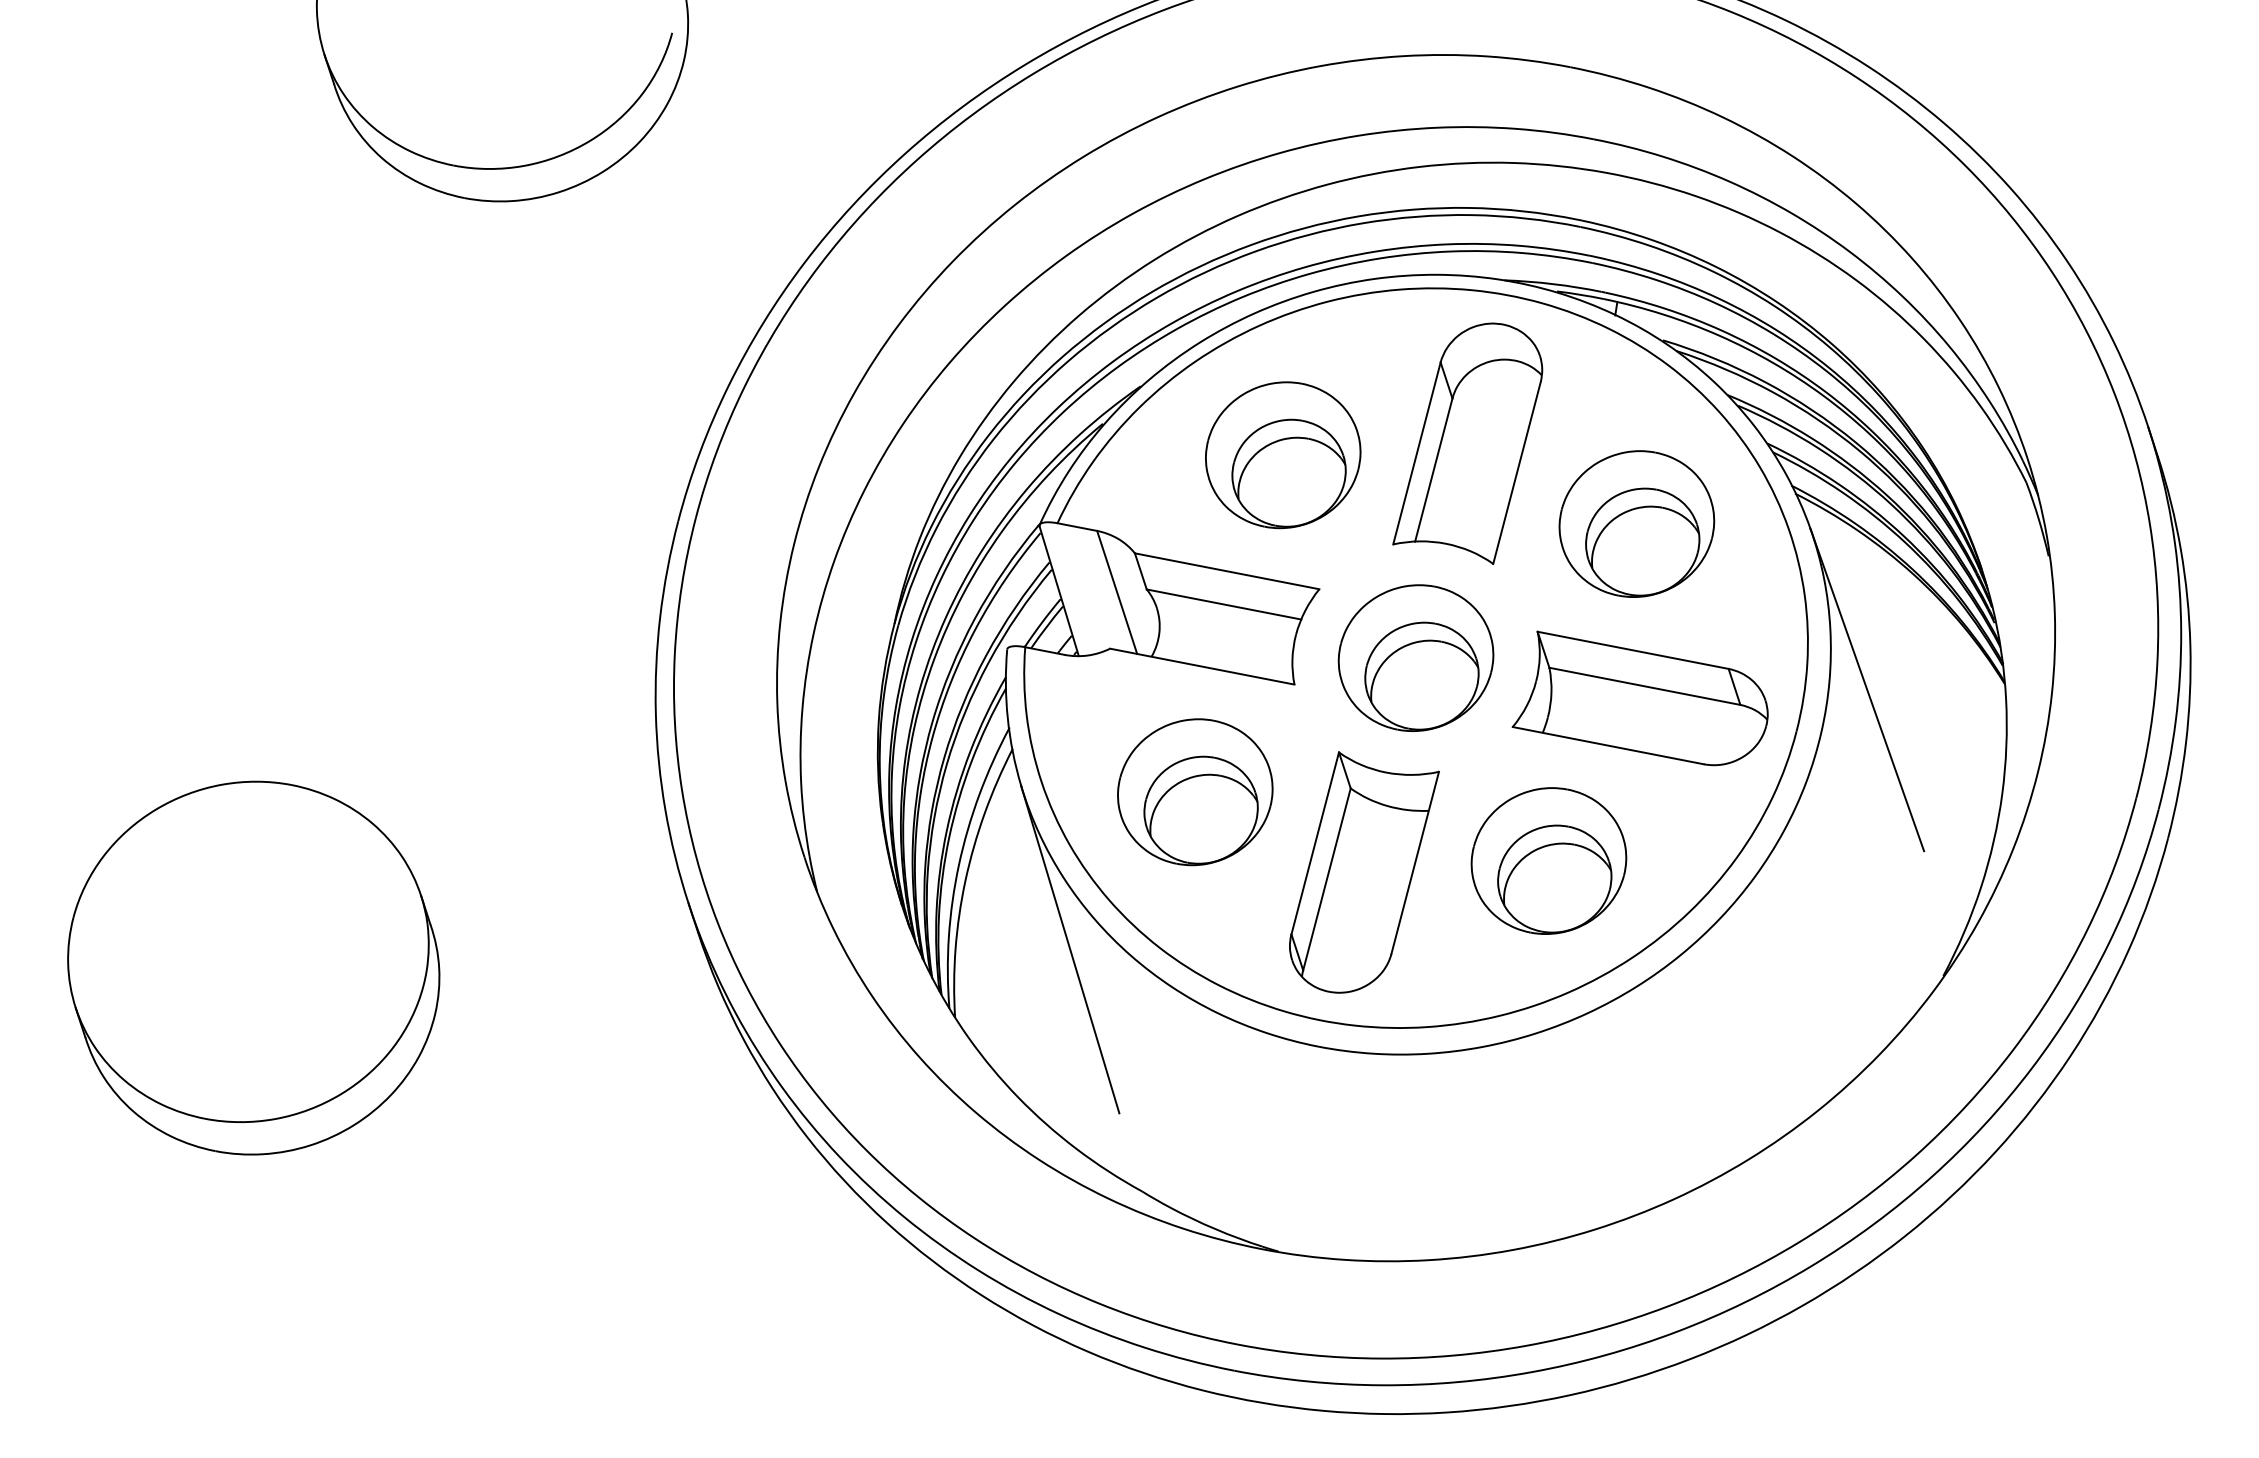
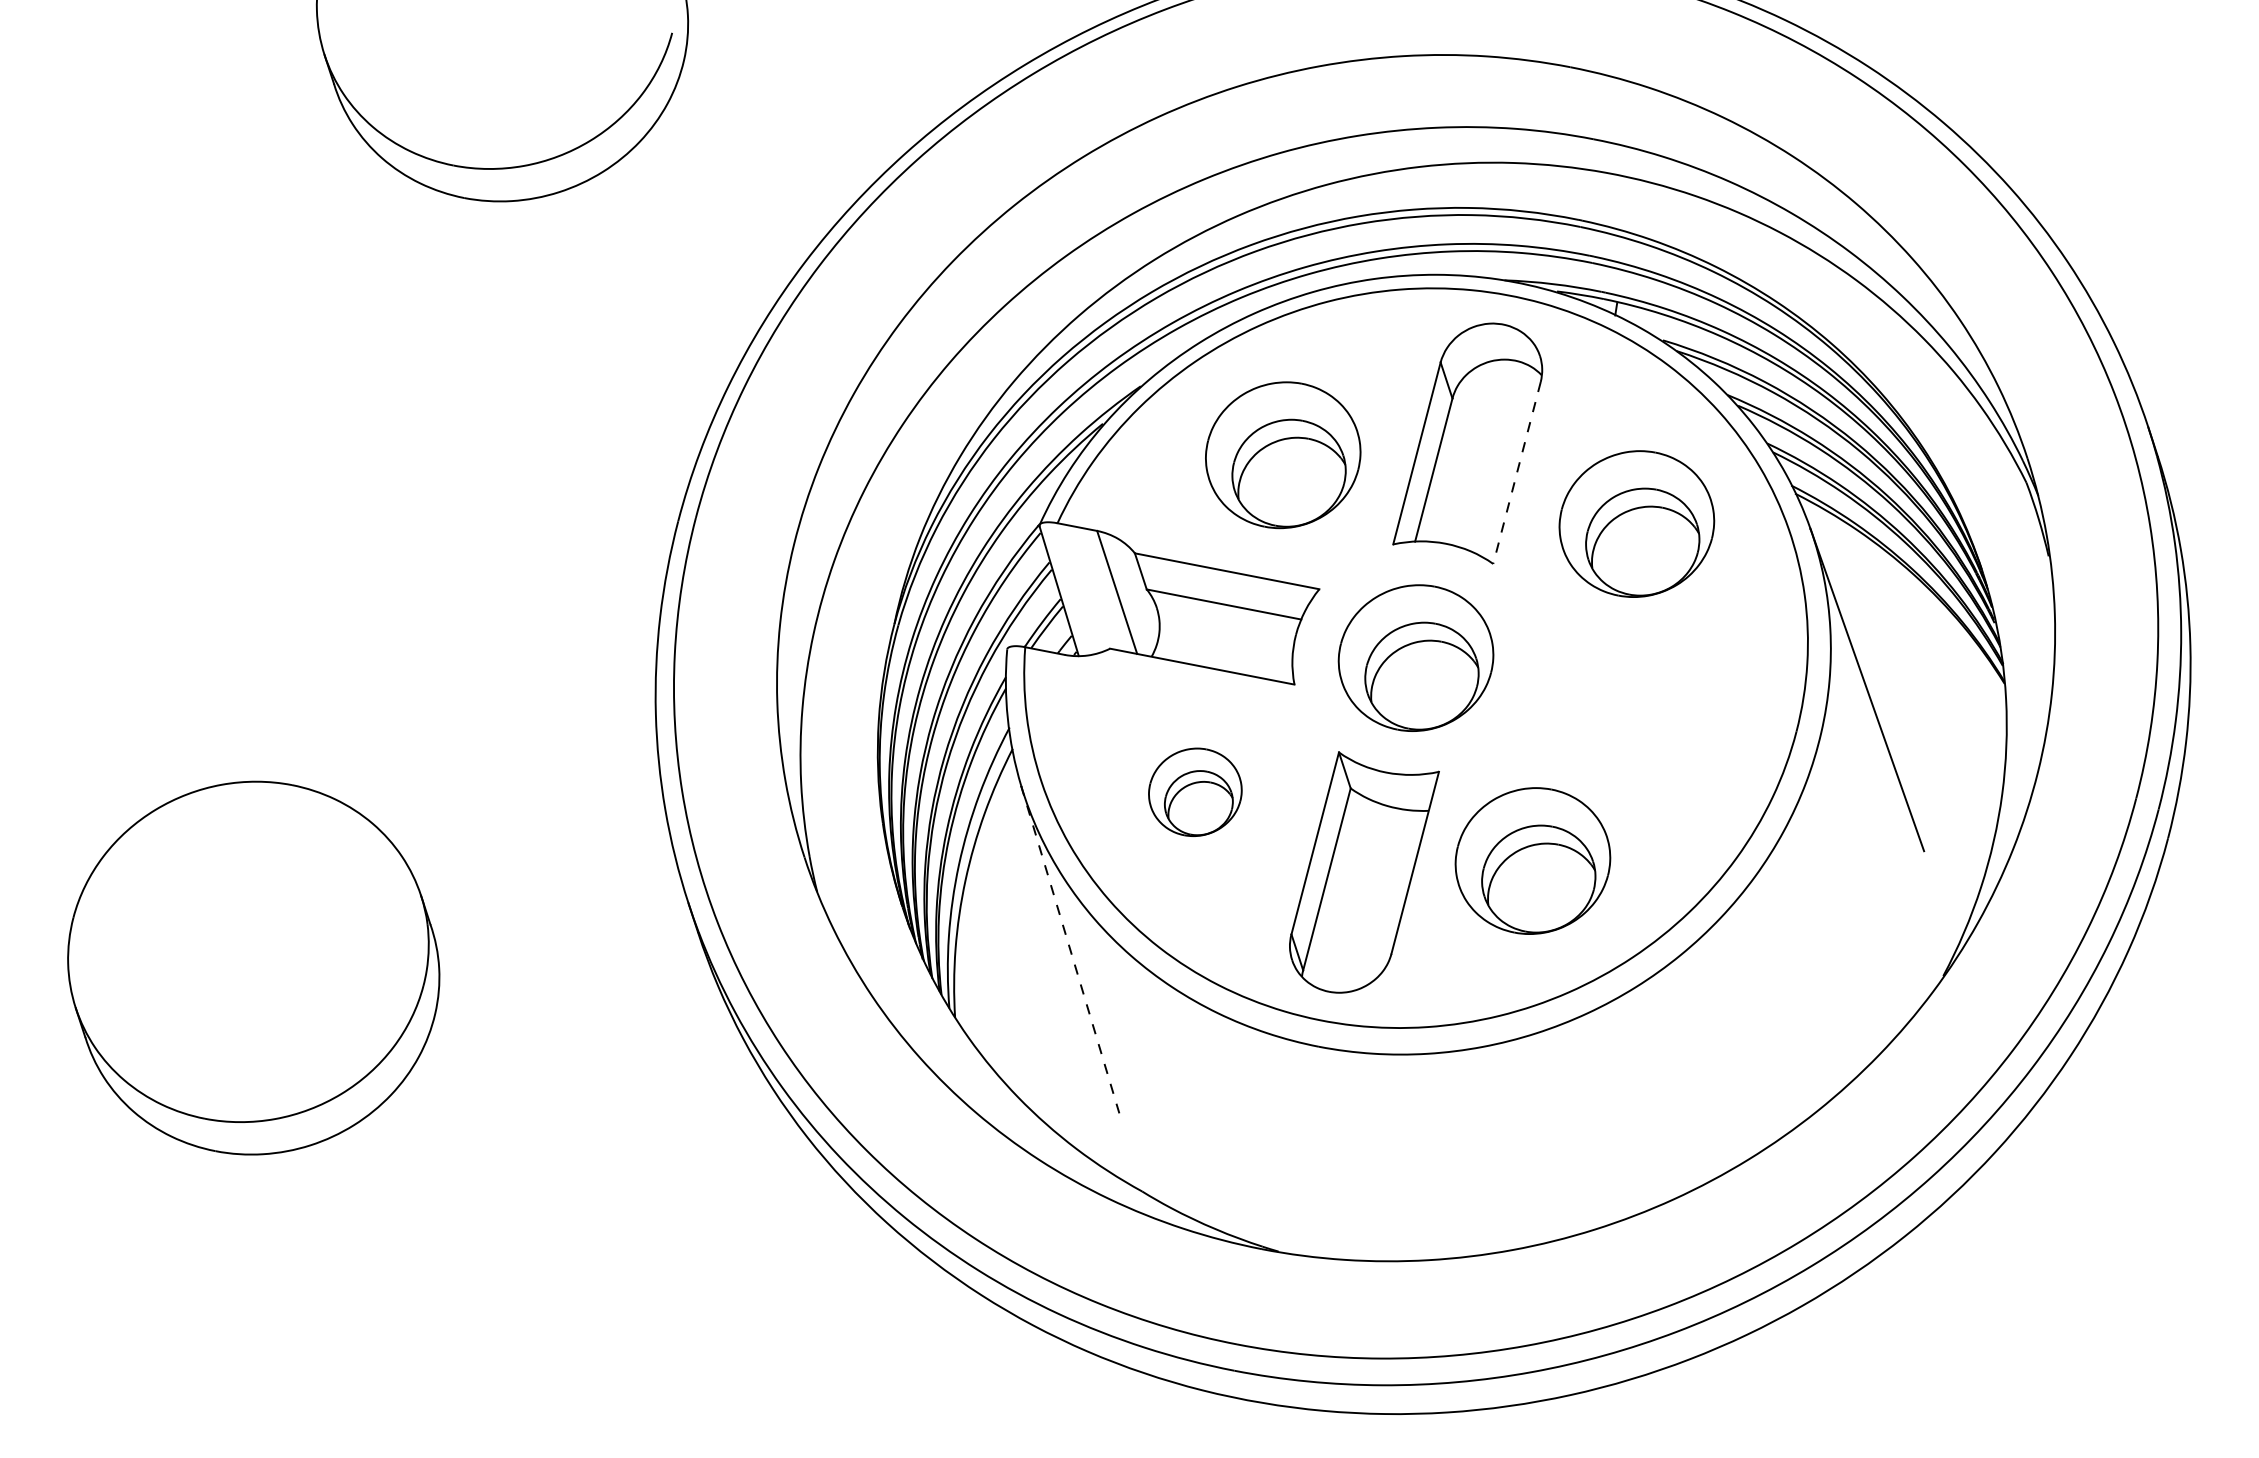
line at (1516, 473): solid -> dashed
part at (1639, 698): present -> none
part at (1195, 792) size: 157x149 px -> 95x90 px
part at (1548, 860) position: (1548, 860) -> (1532, 860)
line at (1070, 950): solid -> dashed
